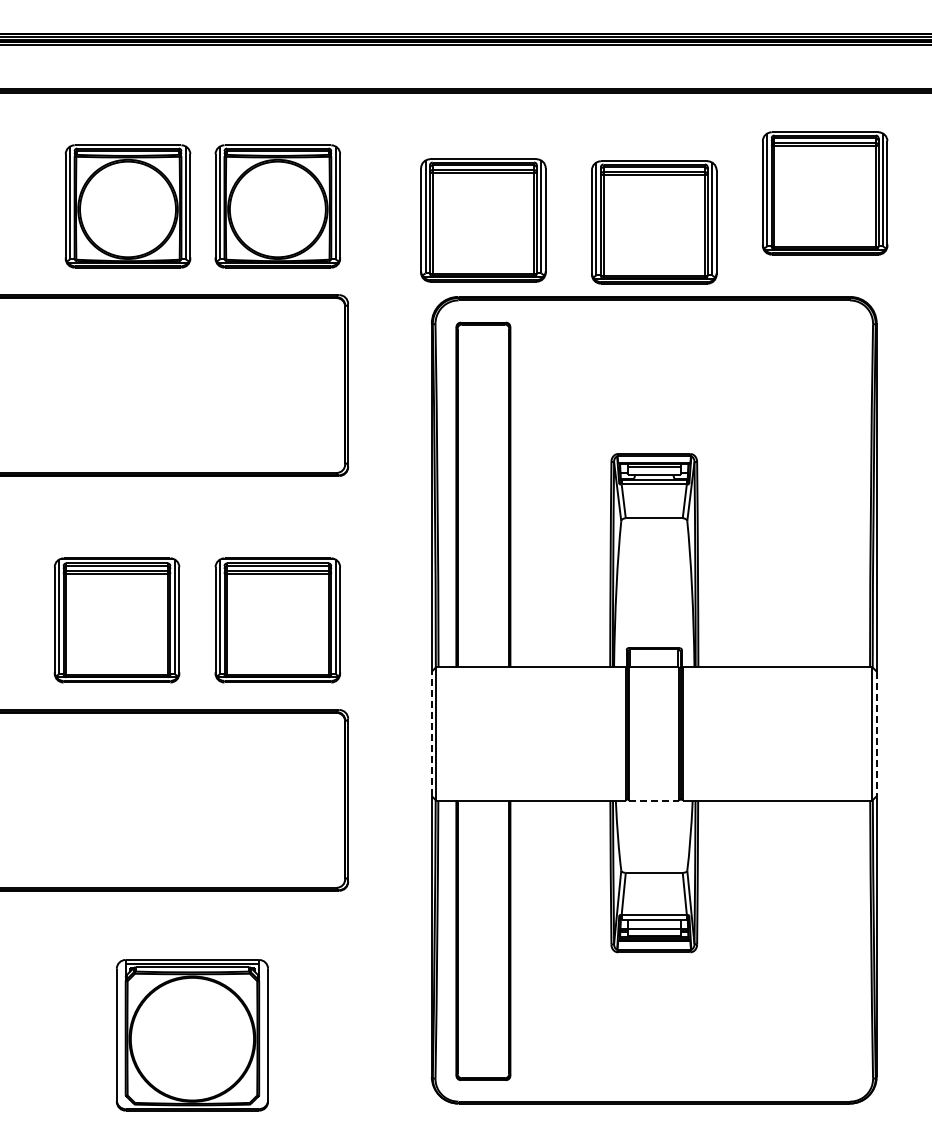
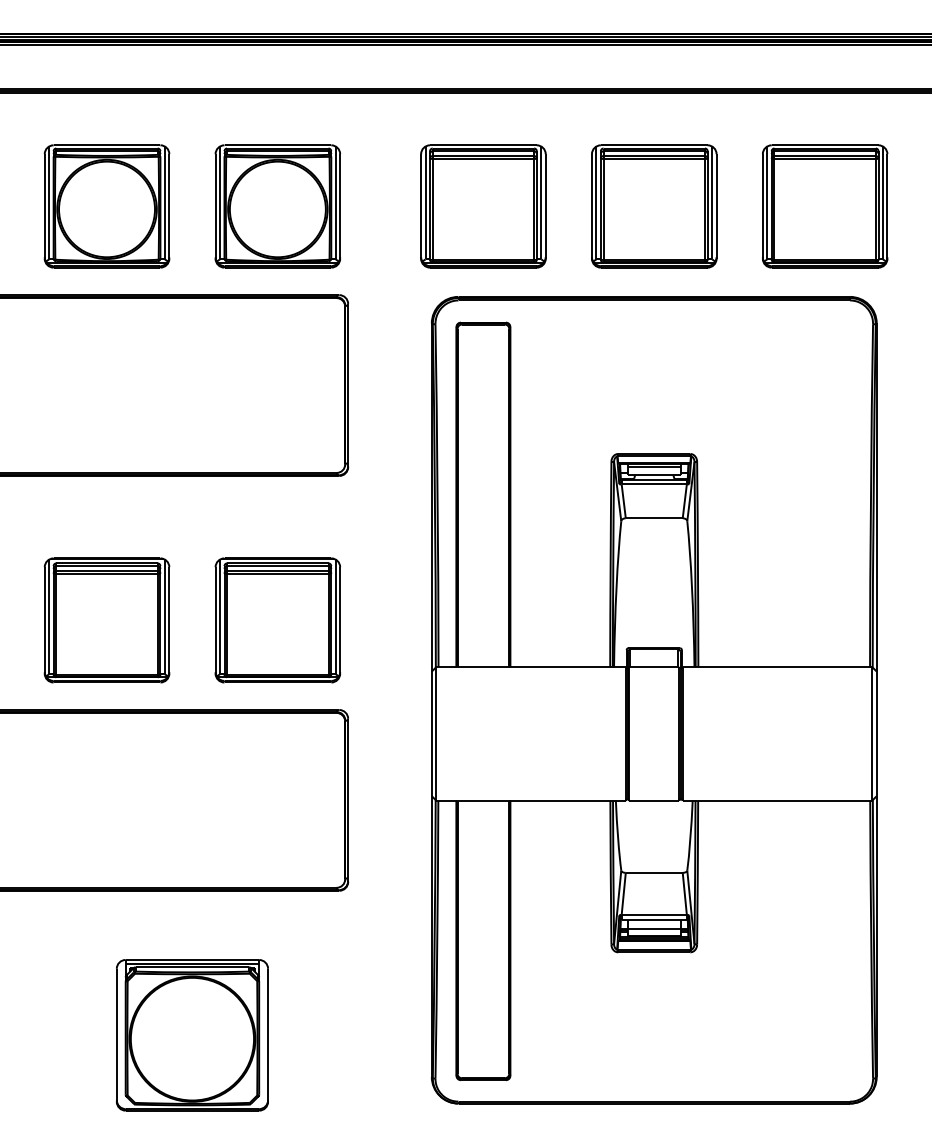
part at (825, 193) position: (825, 193) -> (825, 206)
part at (127, 206) position: (127, 206) -> (106, 206)
part at (483, 220) position: (483, 220) -> (483, 206)
part at (654, 222) position: (654, 222) -> (654, 206)
part at (116, 620) position: (116, 620) -> (106, 620)
line at (431, 733): dashed -> solid
line at (876, 734): dashed -> solid
line at (654, 800): dashed -> solid
